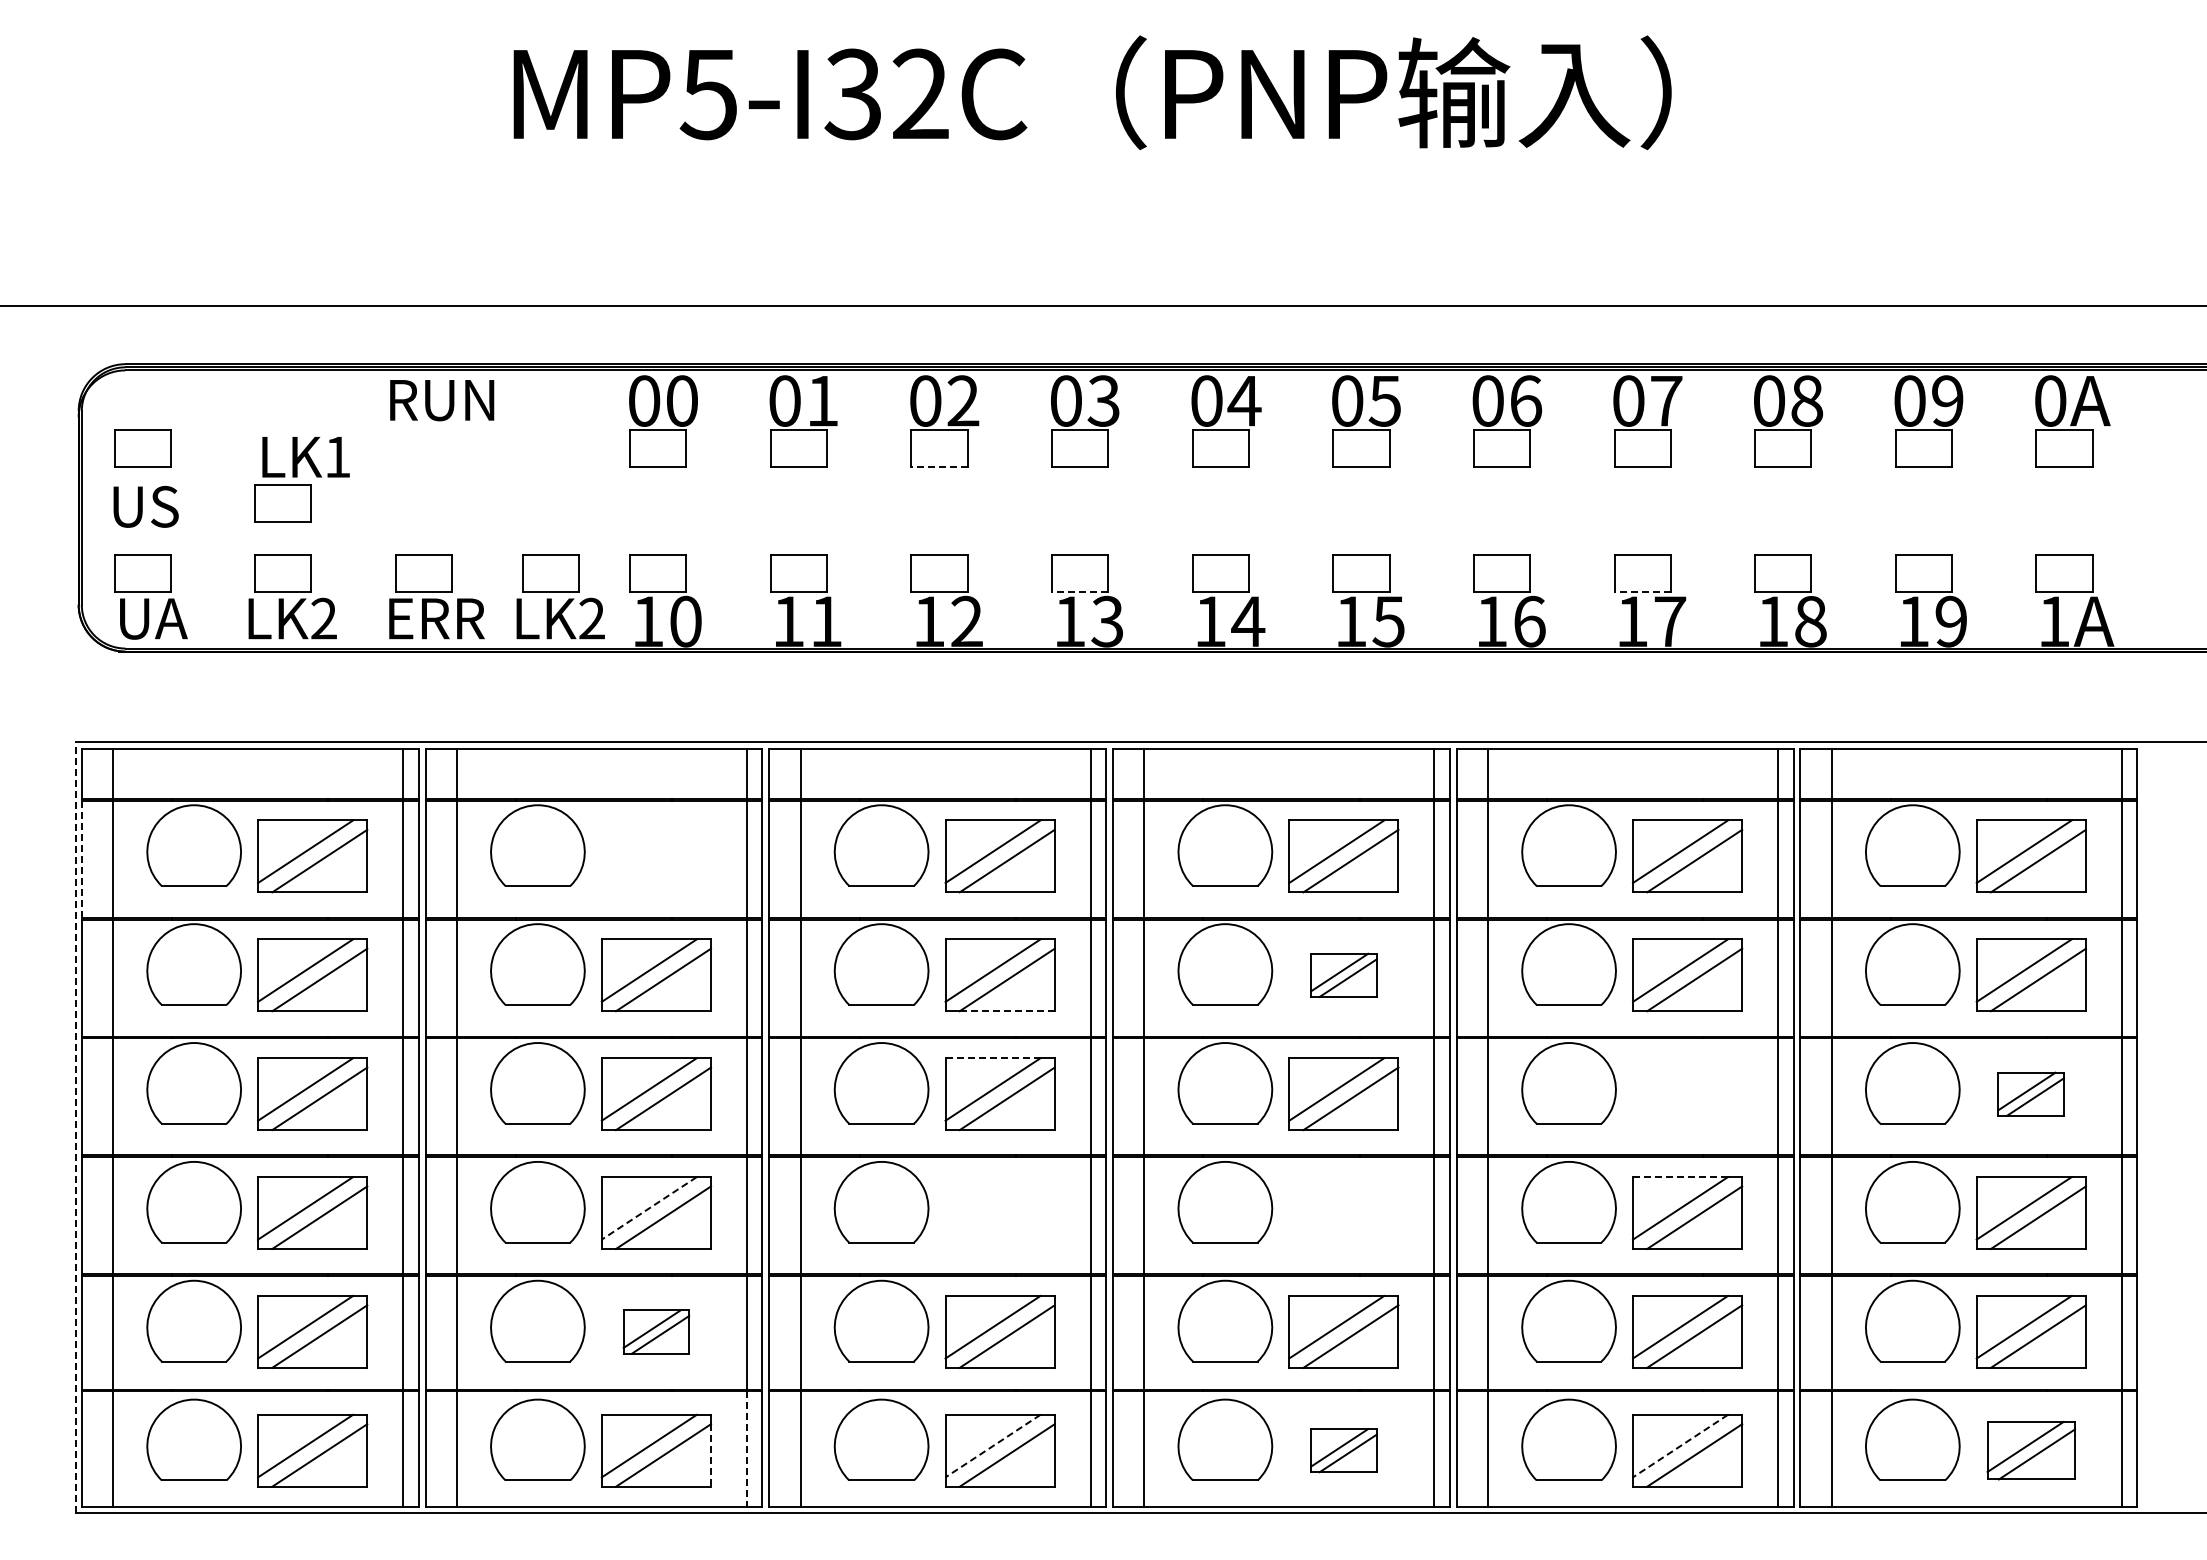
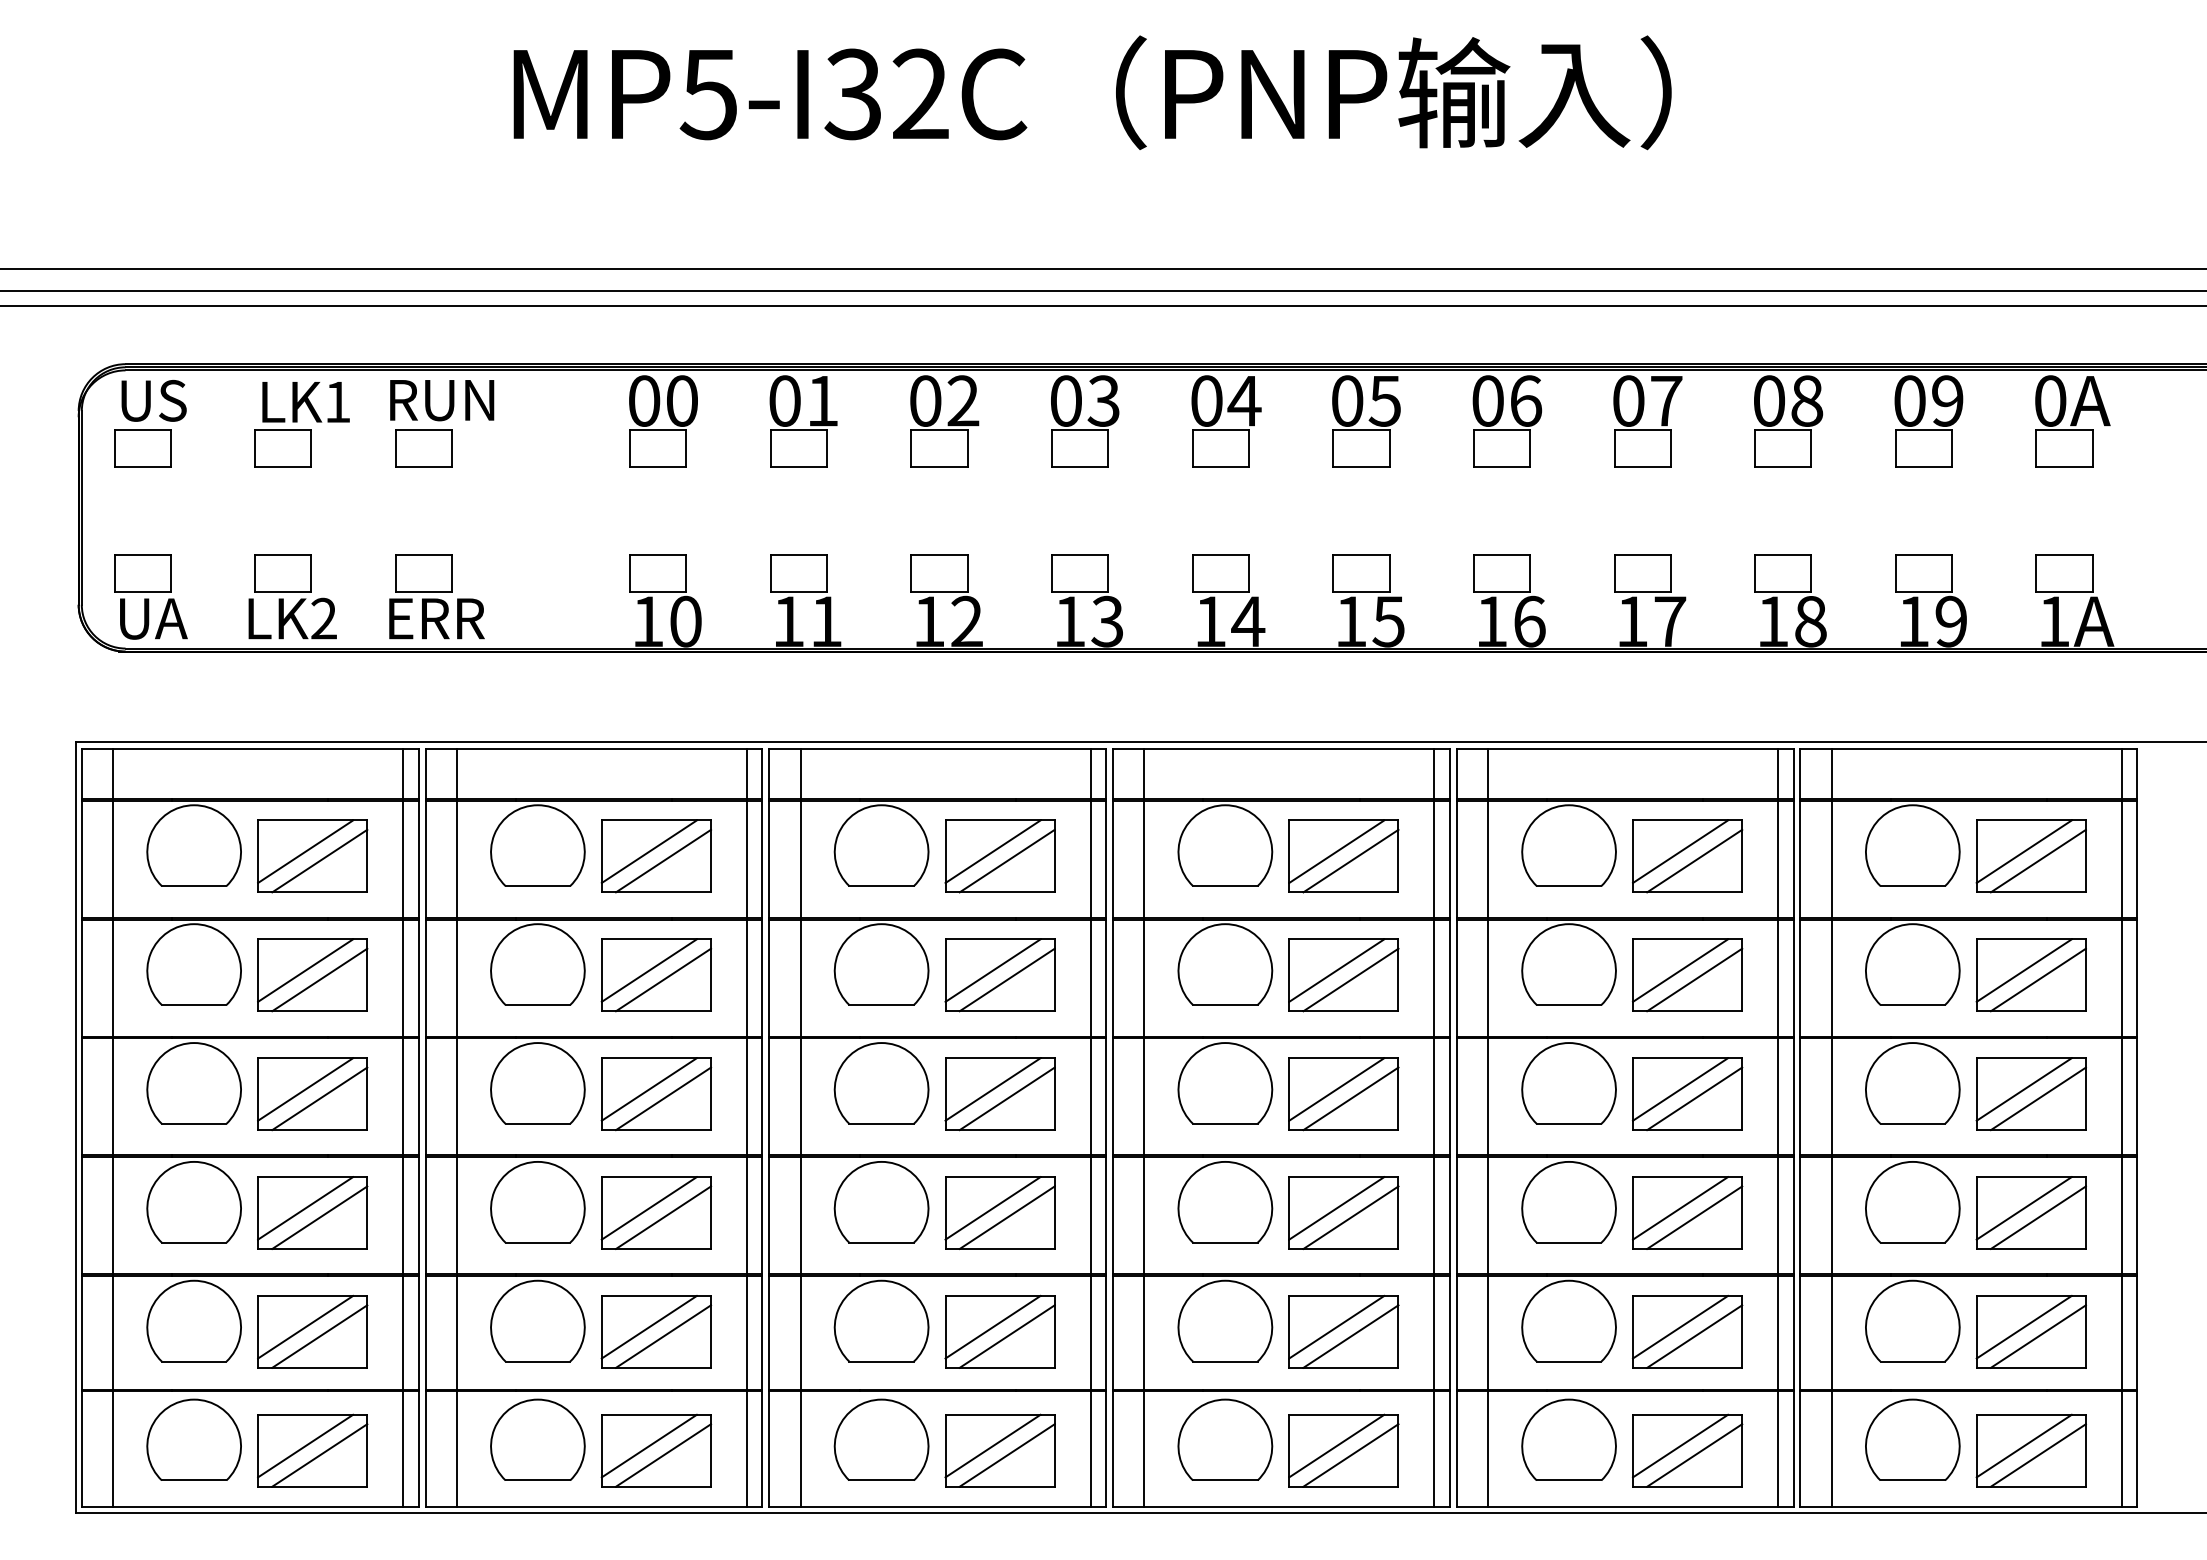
line at (1102, 268): none -> present
line at (1102, 290): none -> present
part at (423, 448): none -> present
line at (939, 467): dashed -> solid
part at (301, 479) position: (301, 479) -> (301, 424)
text at (145, 506) position: (145, 506) -> (153, 400)
line at (1079, 592): dashed -> solid
line at (1642, 592): dashed -> solid
part at (560, 596): present -> none
part at (655, 856): none -> present
line at (81, 859): dashed -> solid
part at (1343, 974) size: 68x46 px -> 112x75 px
line at (1007, 1011): dashed -> solid
line at (993, 1058): dashed -> solid
part at (2030, 1093) size: 68x46 px -> 112x75 px
part at (1687, 1094): none -> present
line at (75, 1127): dashed -> solid
line at (1680, 1177): dashed -> solid
line at (649, 1208): dashed -> solid
part at (999, 1212): none -> present
part at (1343, 1212): none -> present
part at (656, 1331) size: 69x46 px -> 113x74 px
line at (993, 1446): dashed -> solid
line at (1680, 1446): dashed -> solid
line at (746, 1449): dashed -> solid
part at (1343, 1450) size: 68x46 px -> 112x75 px
part at (2030, 1450) size: 90x61 px -> 112x75 px
line at (711, 1455): dashed -> solid
